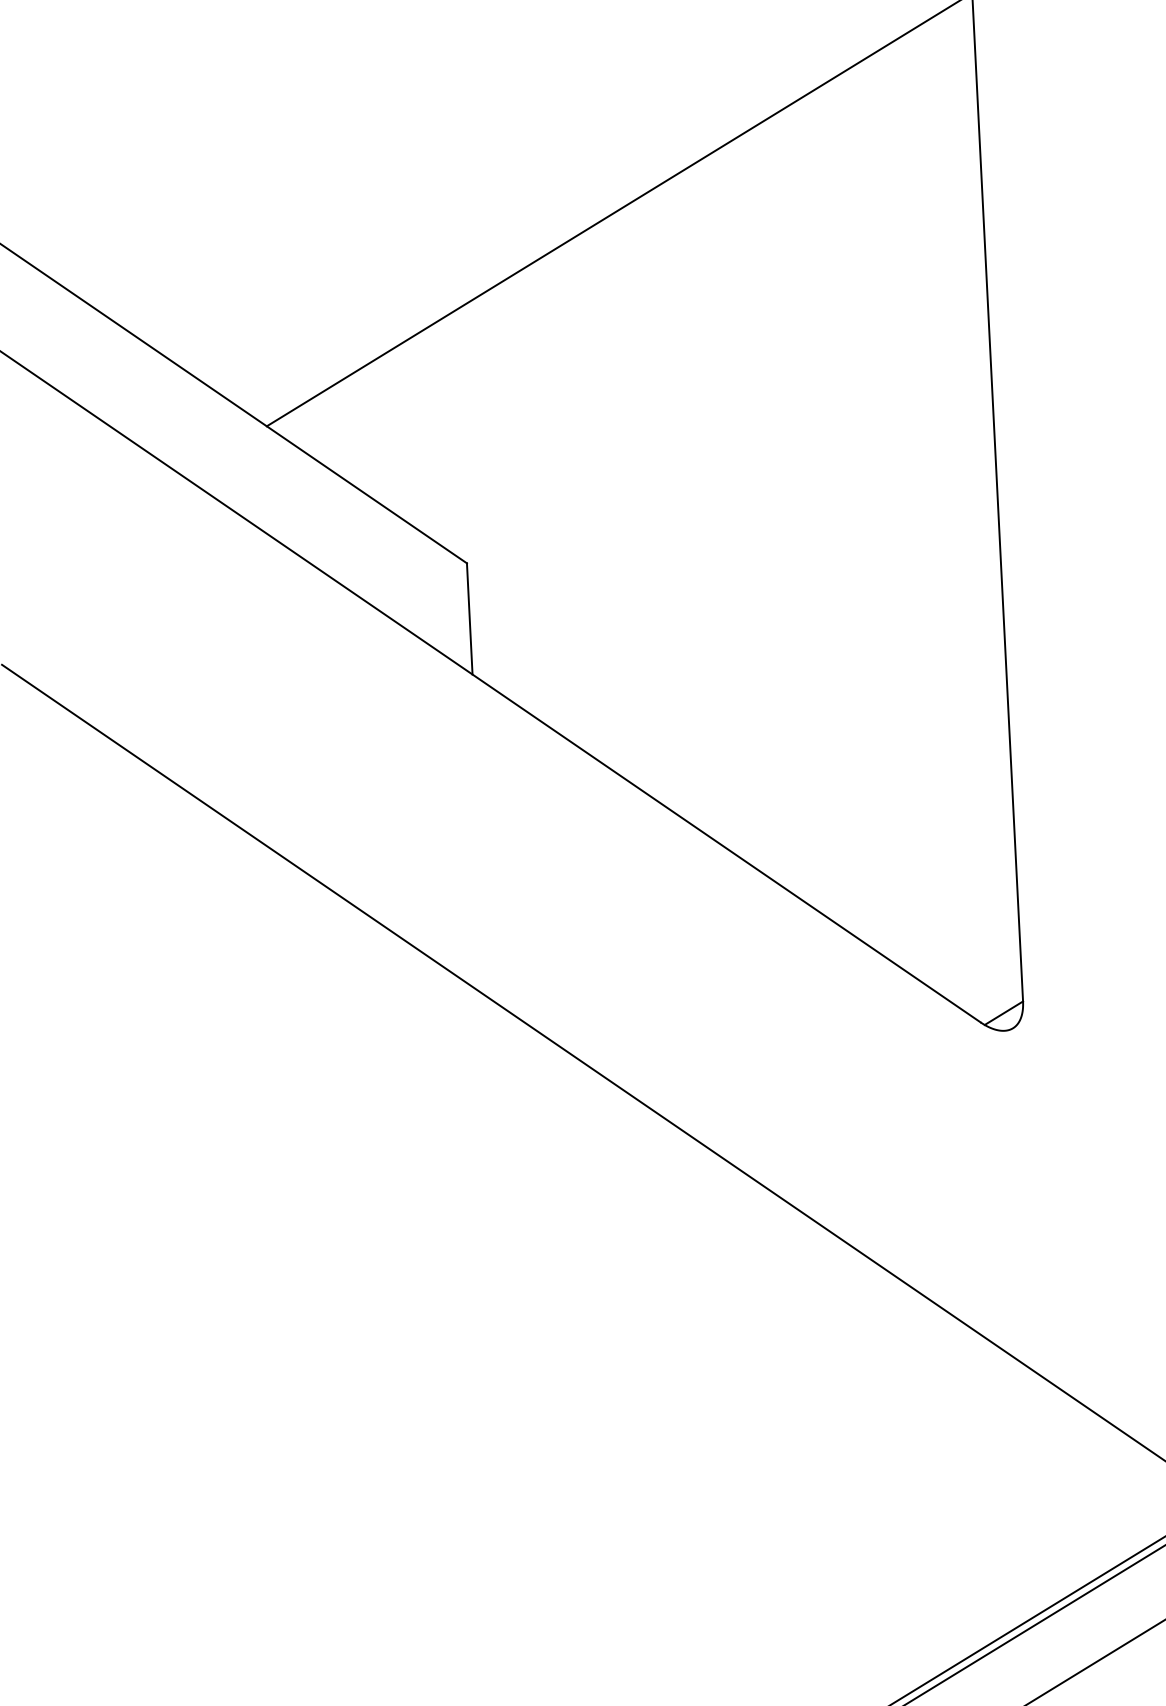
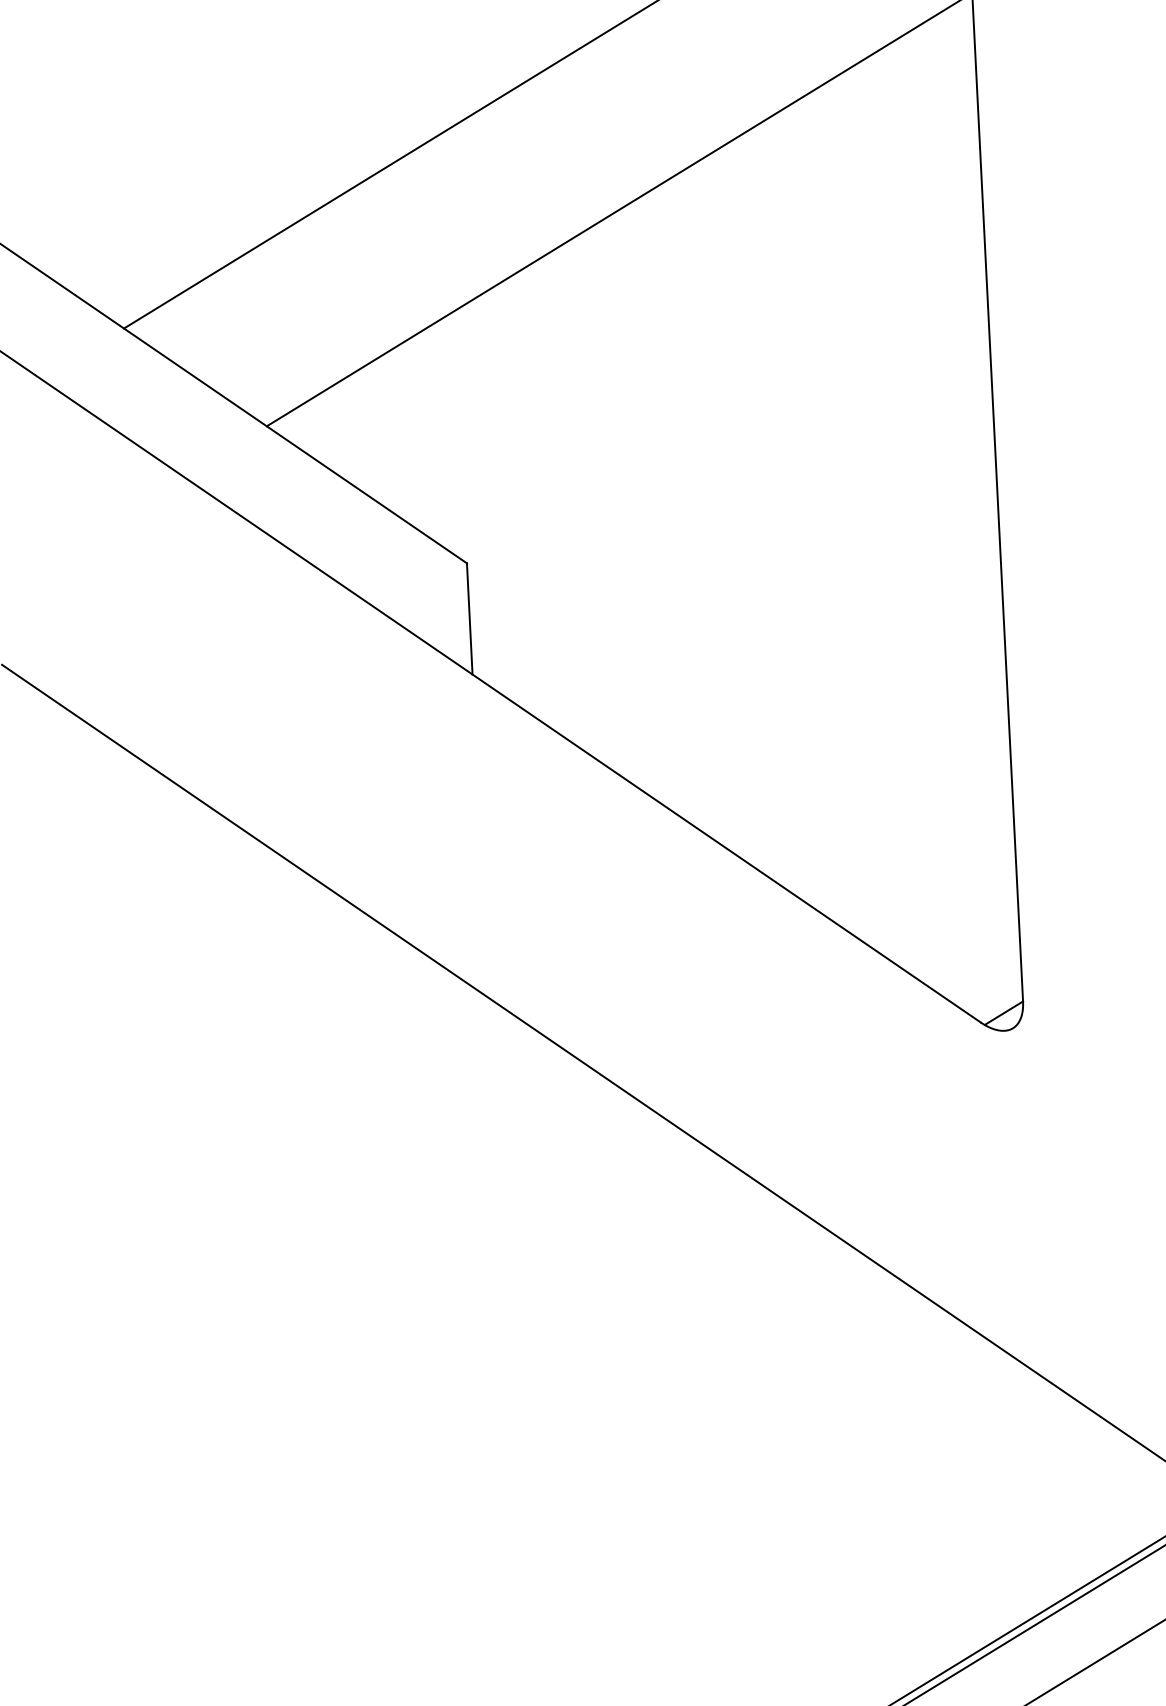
line at (389, 165): none -> present
